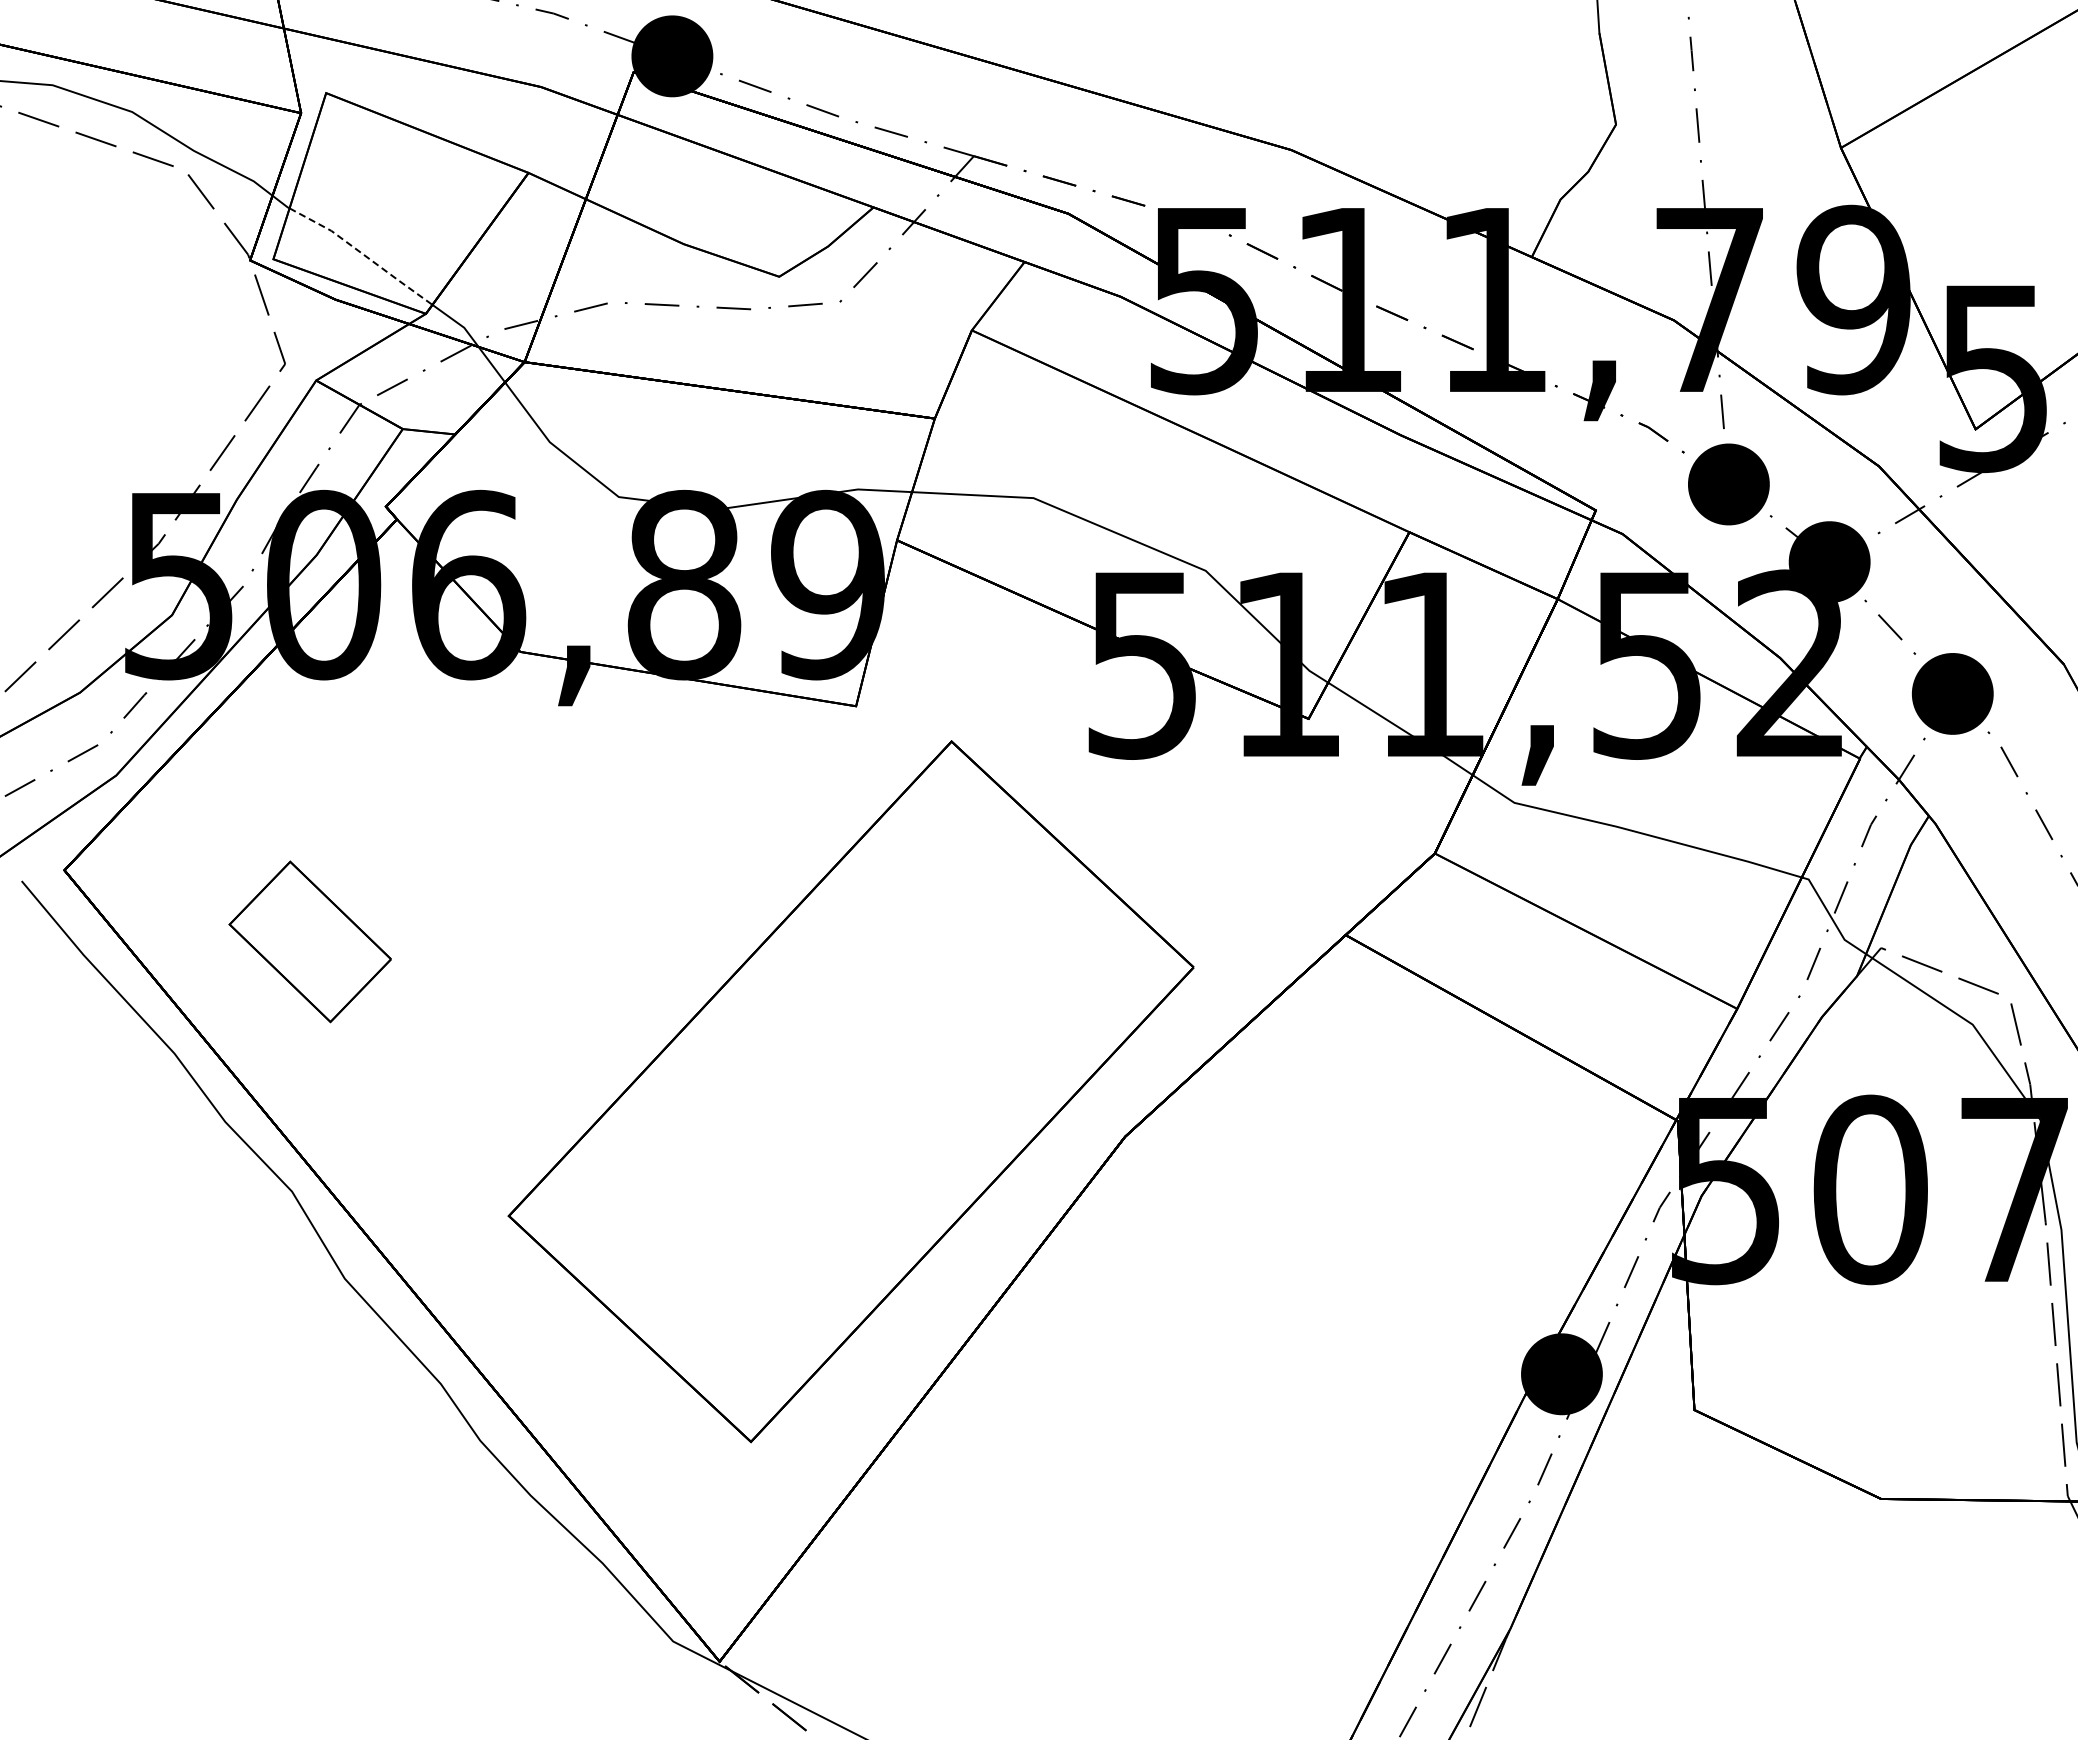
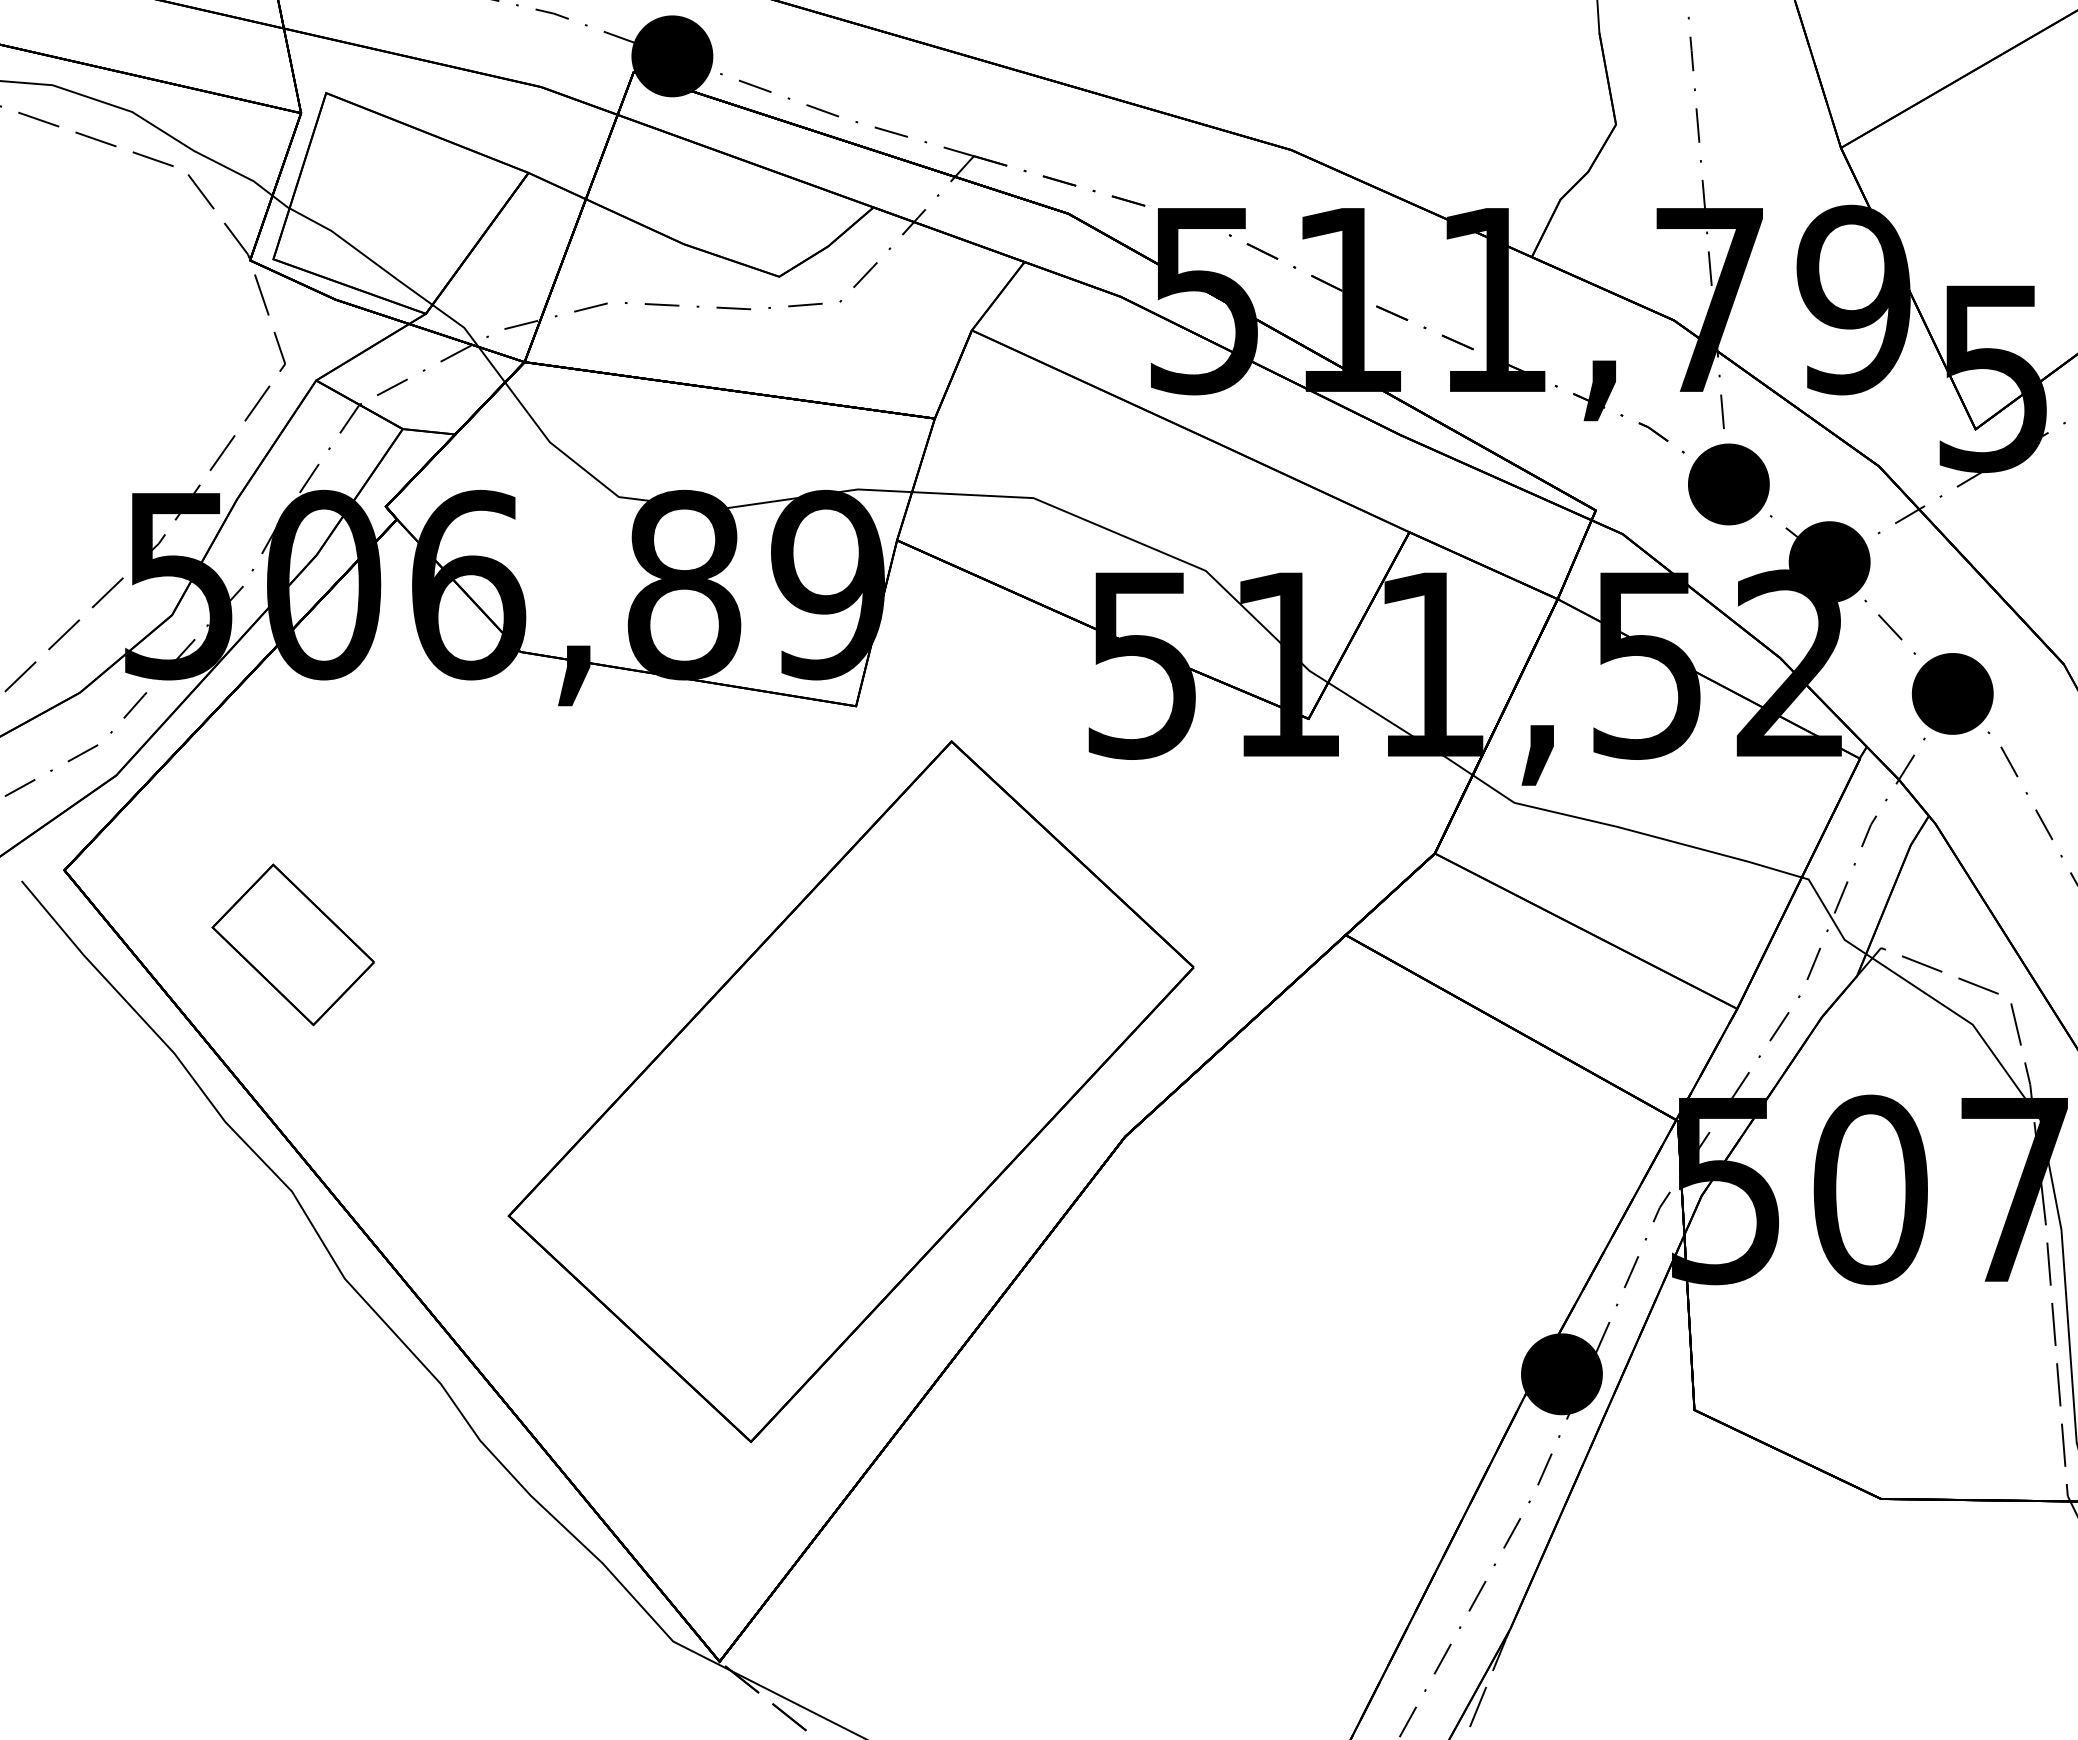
line at (363, 254): dashed -> solid
part at (309, 941) position: (309, 941) -> (292, 944)
